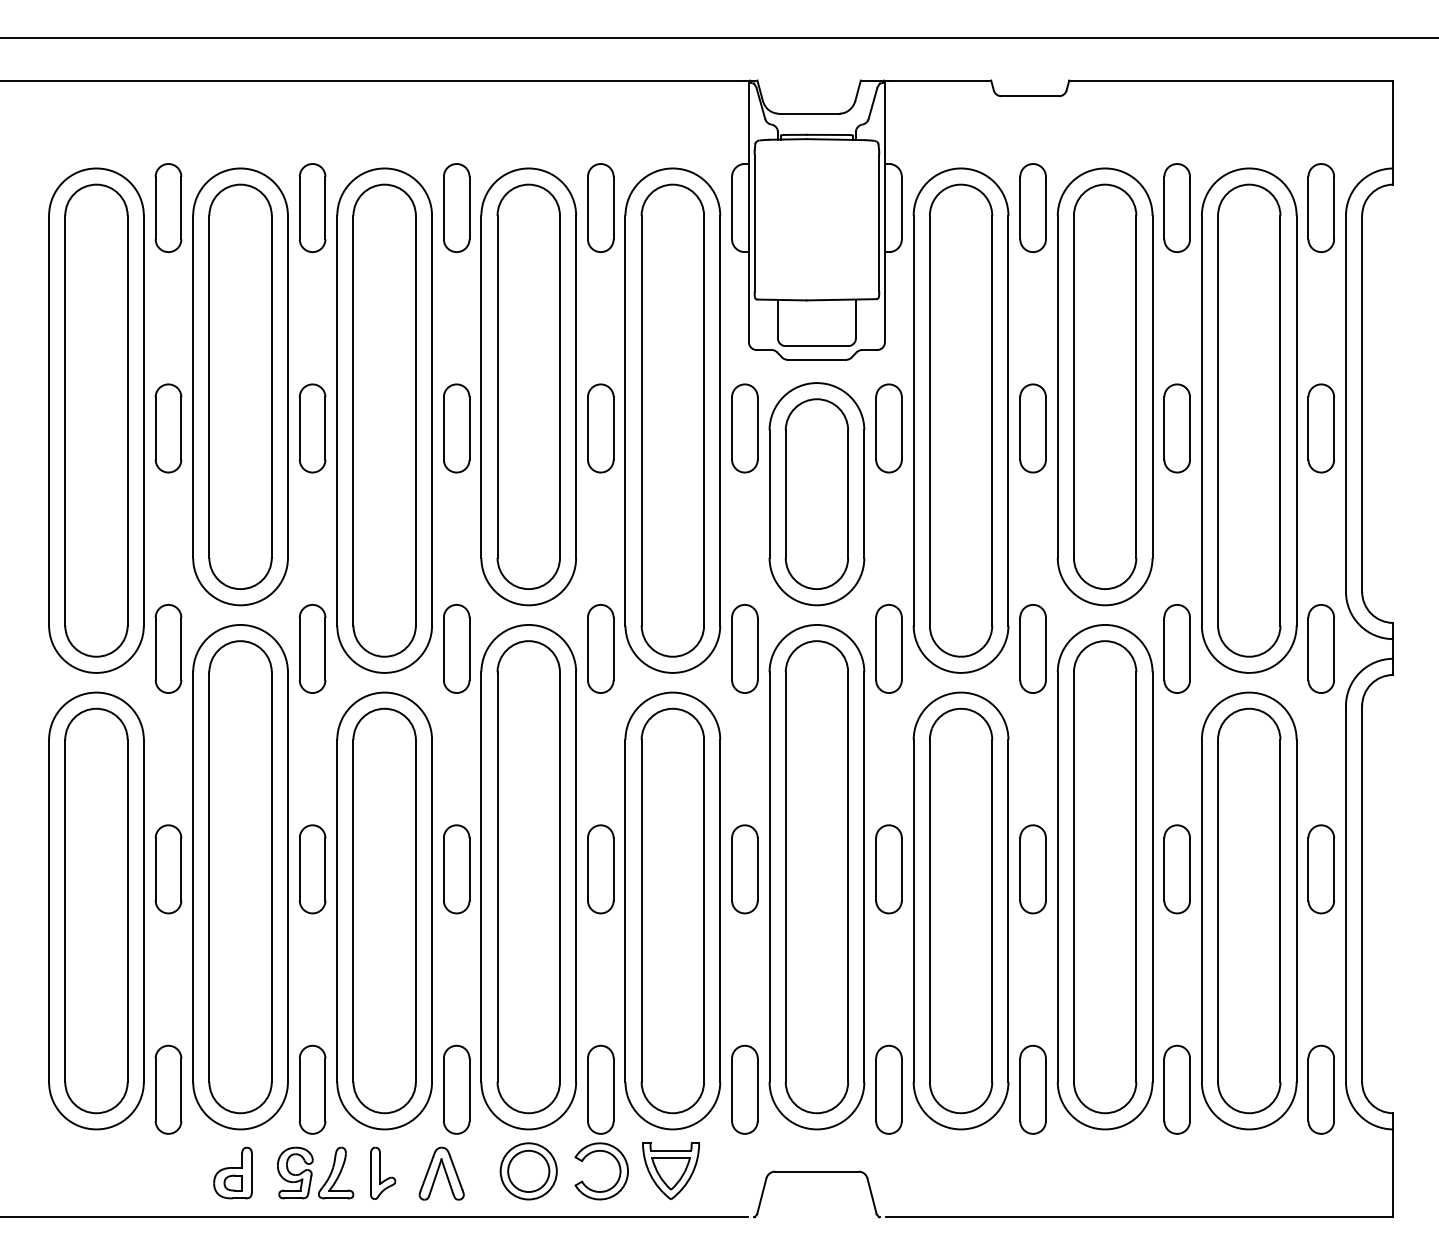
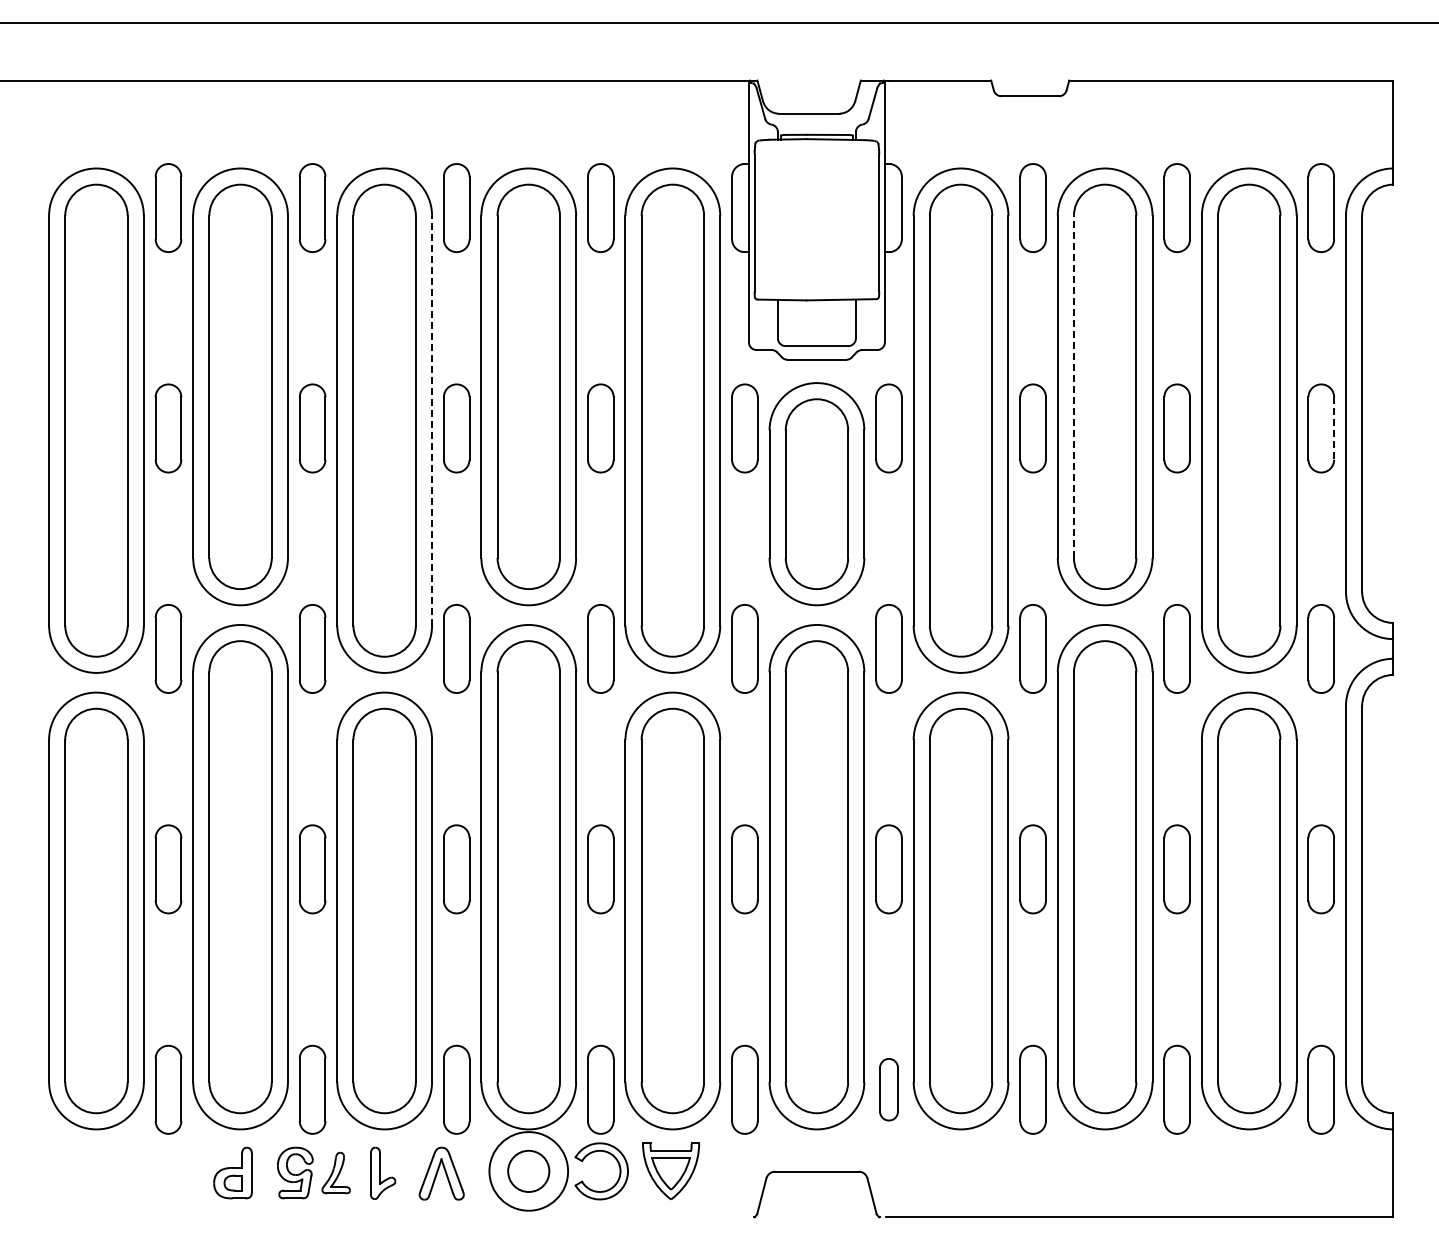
line at (718, 37) position: (718, 37) -> (718, 22)
line at (1073, 386): solid -> dashed
line at (432, 420): solid -> dashed
line at (1334, 428): solid -> dashed
part at (888, 1089) size: 28x91 px -> 20x64 px
circle at (528, 1171) diameter: 56 px -> 79 px
part at (336, 1172) size: 37x54 px -> 30x44 px
line at (375, 1217): present -> none
